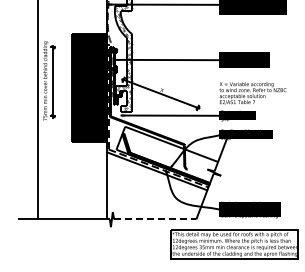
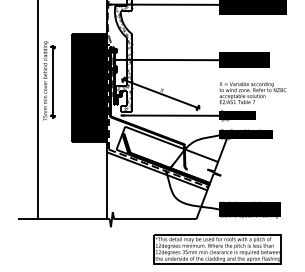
line at (155, 219): dashed -> solid
part at (234, 244) position: (234, 244) -> (217, 249)
